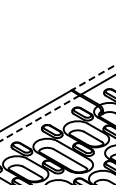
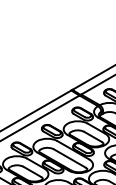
line at (94, 77): dashed -> solid
line at (39, 118): dashed -> solid
